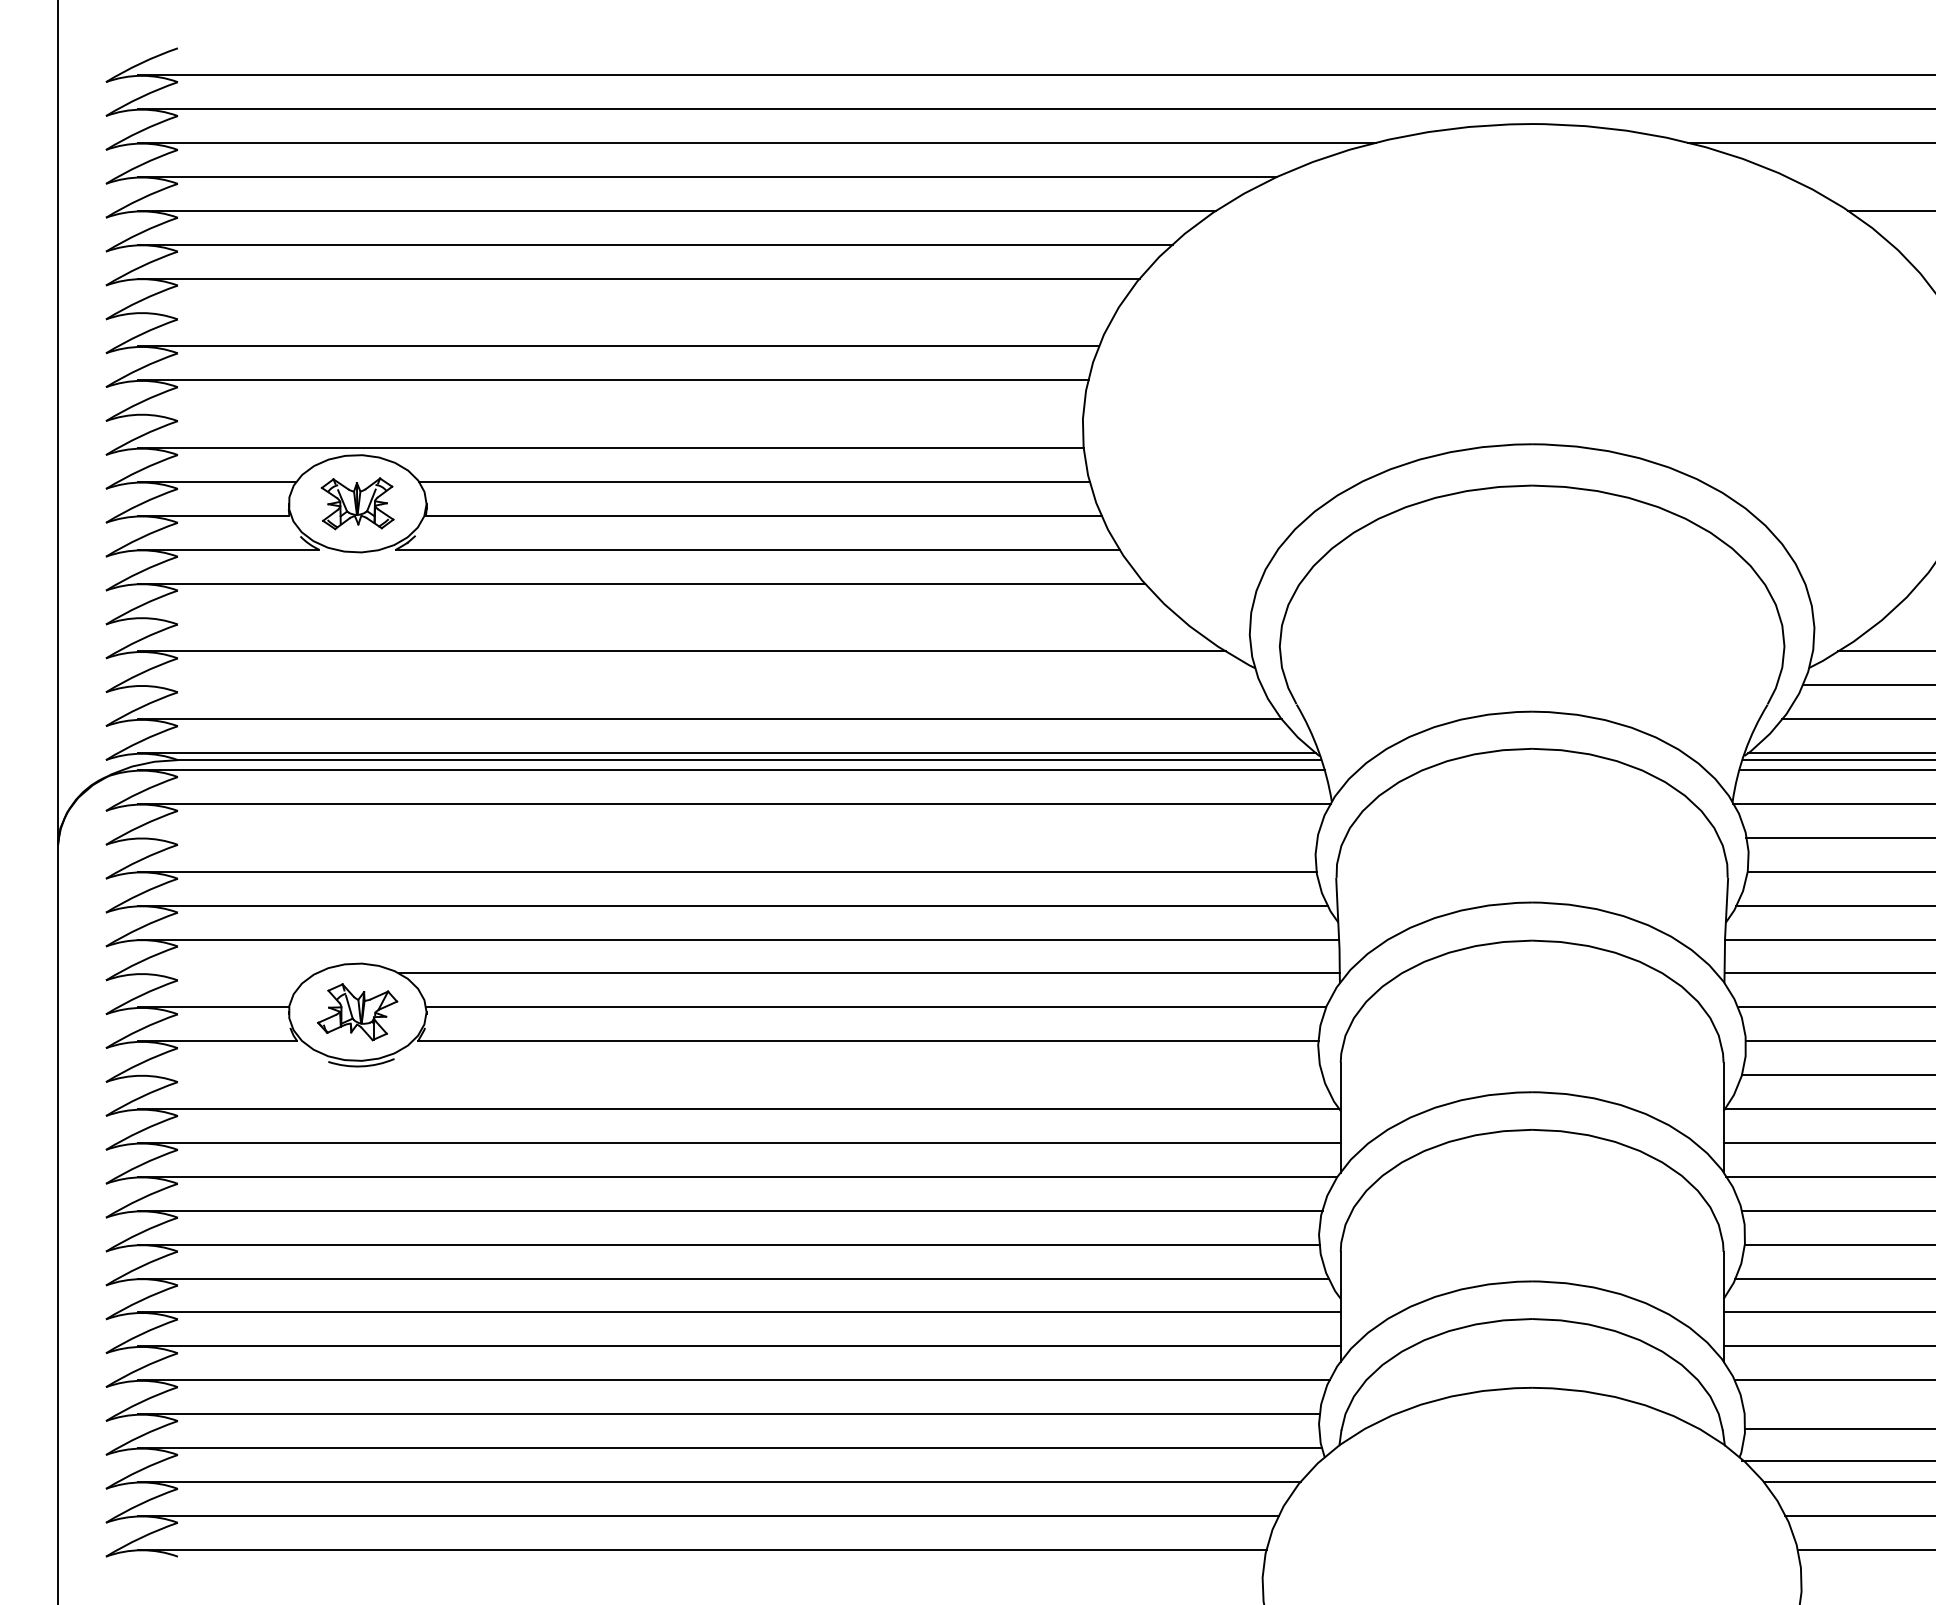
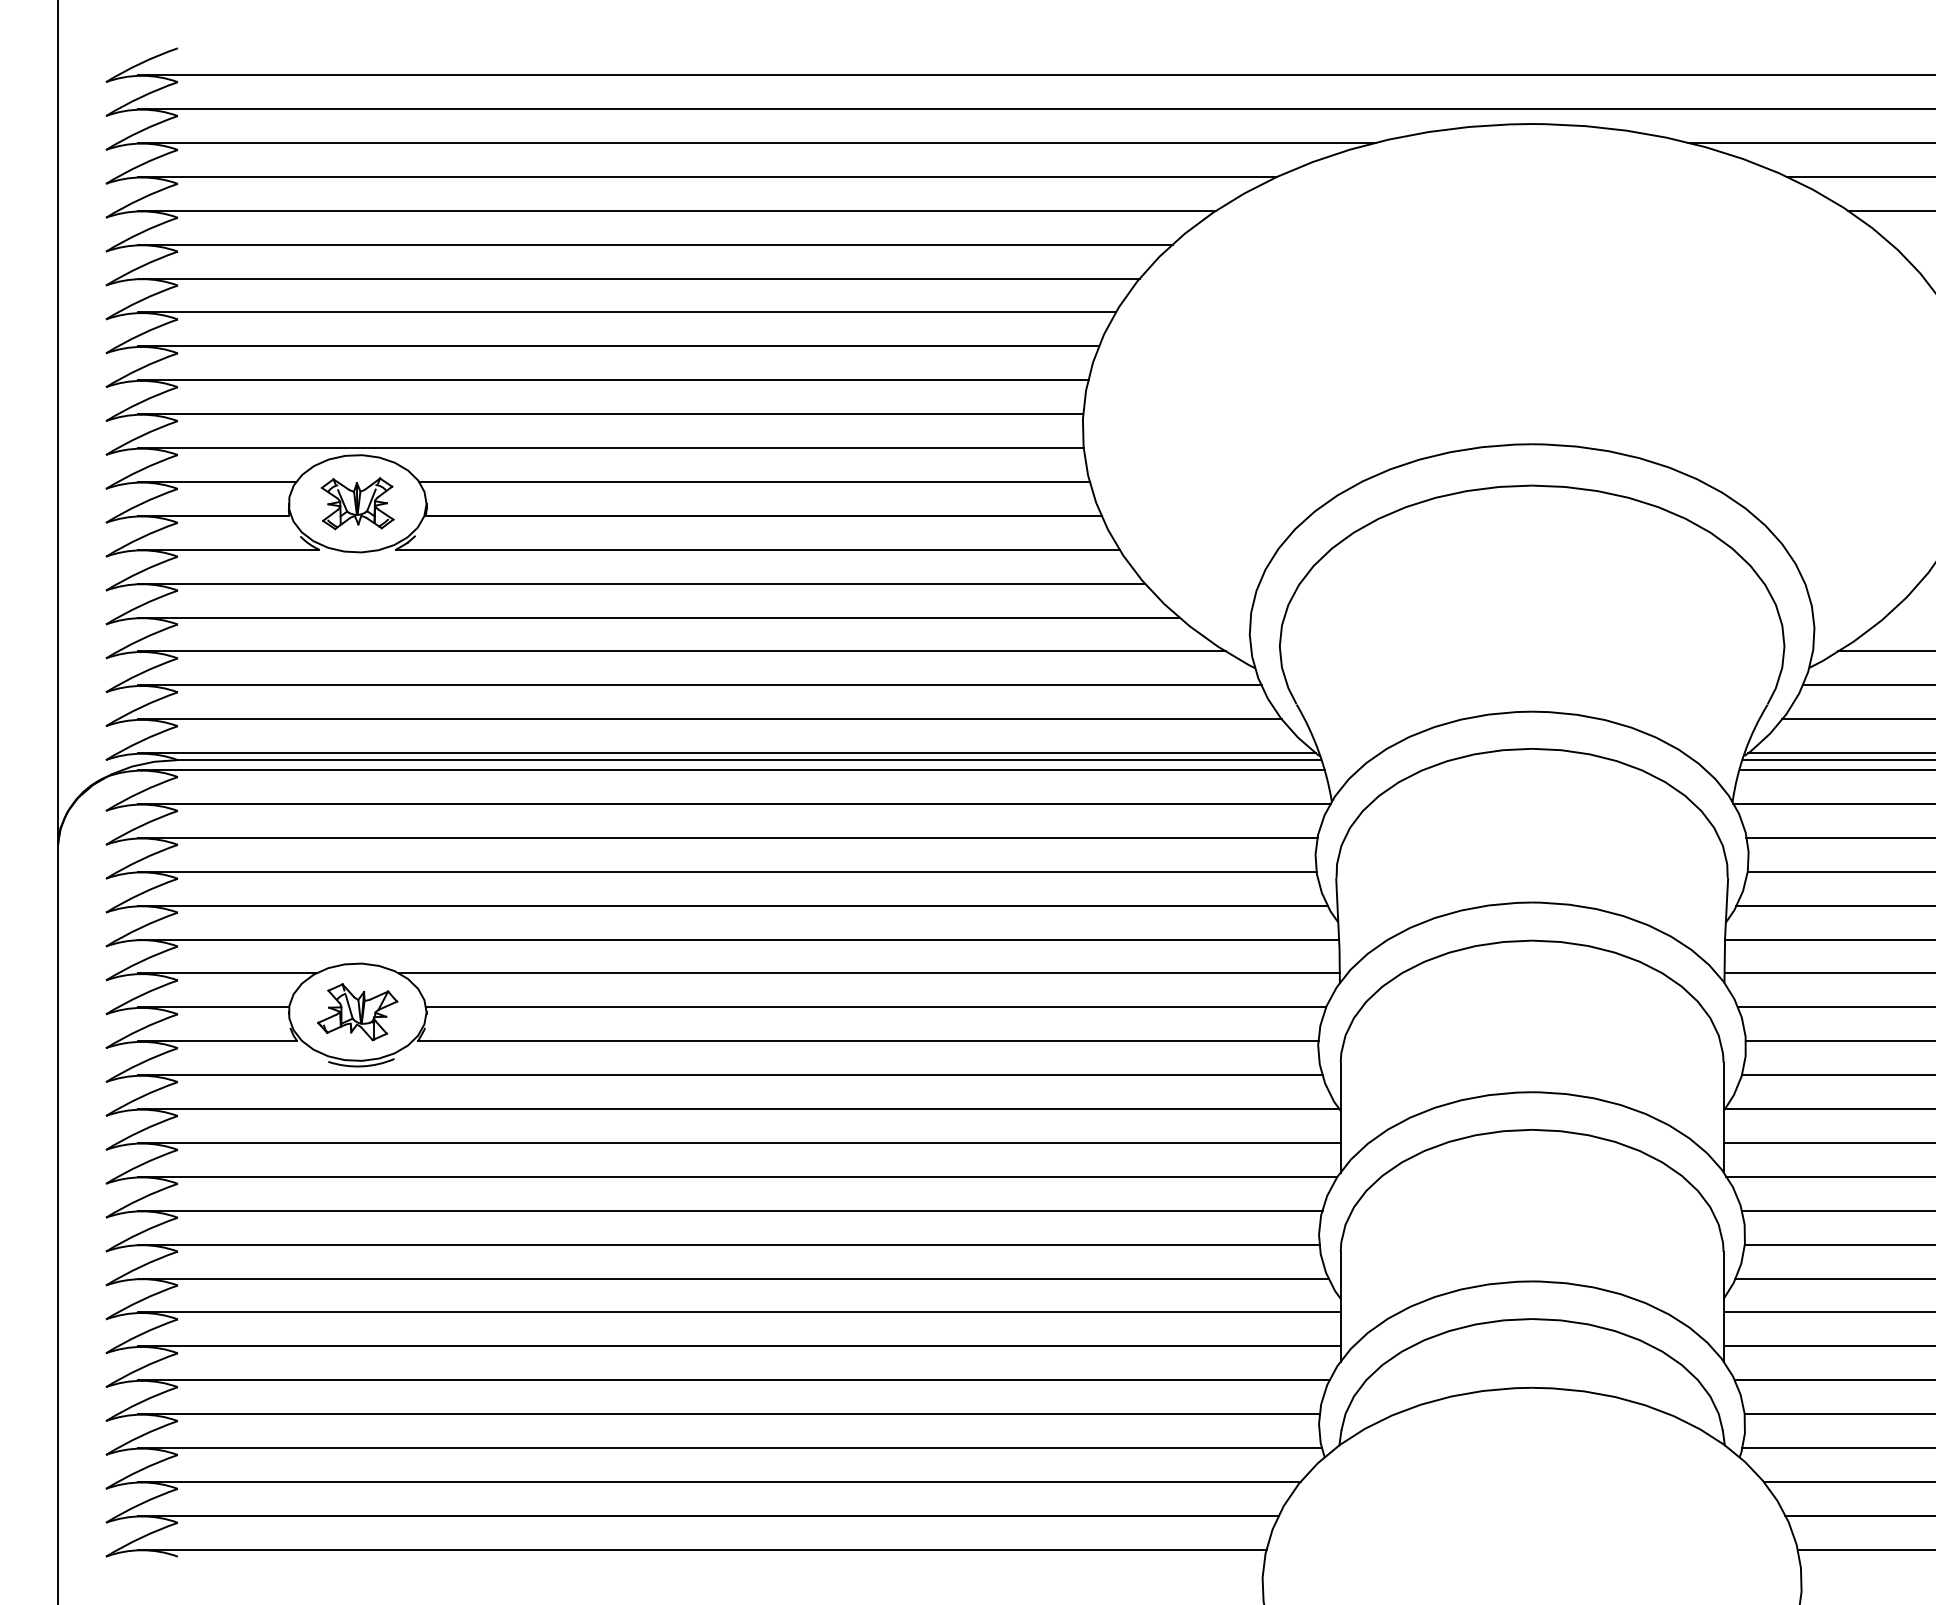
line at (1859, 176): none -> present
line at (627, 312): none -> present
line at (610, 414): none -> present
line at (658, 617): none -> present
line at (699, 685): none -> present
line at (727, 837): none -> present
line at (227, 973): none -> present
line at (730, 1075): none -> present
line at (1838, 1429) position: (1838, 1429) -> (1838, 1414)
line at (1837, 1460) position: (1837, 1460) -> (1837, 1447)
